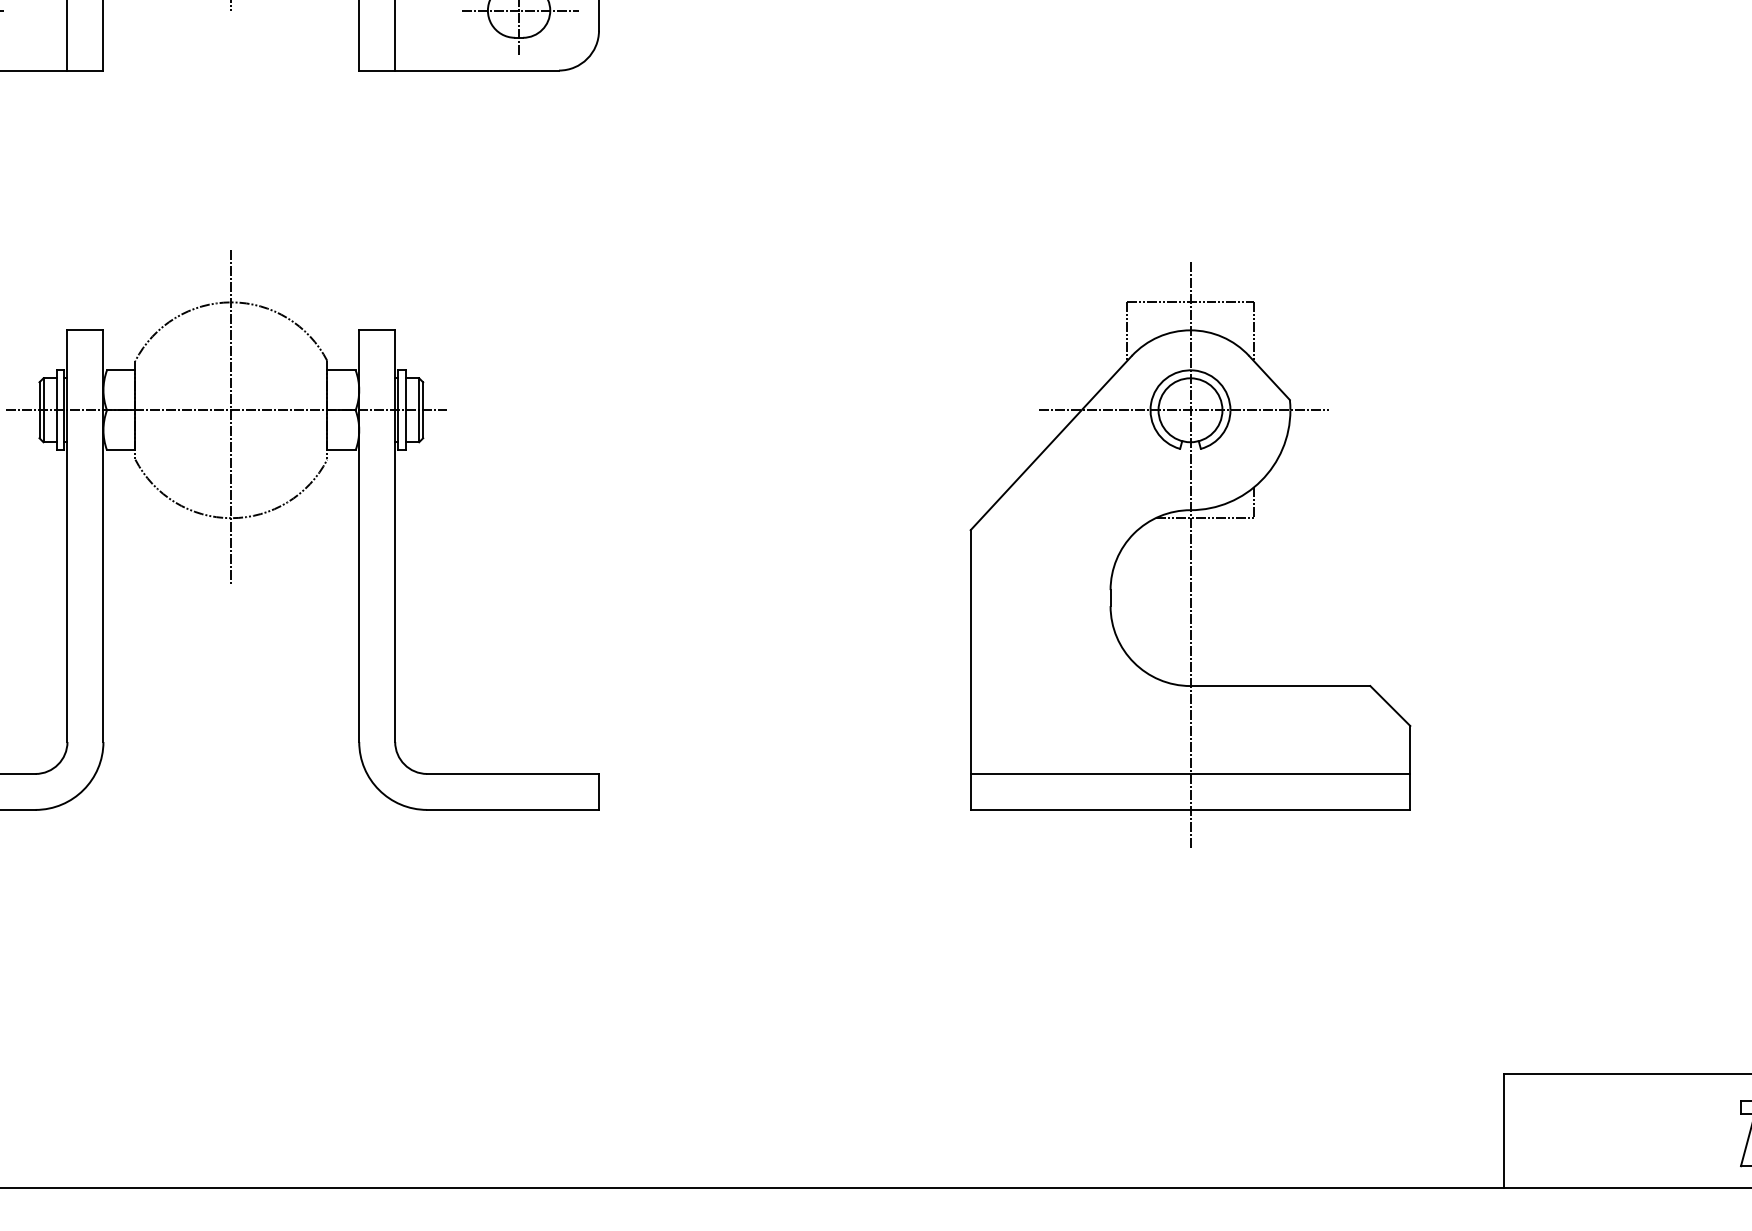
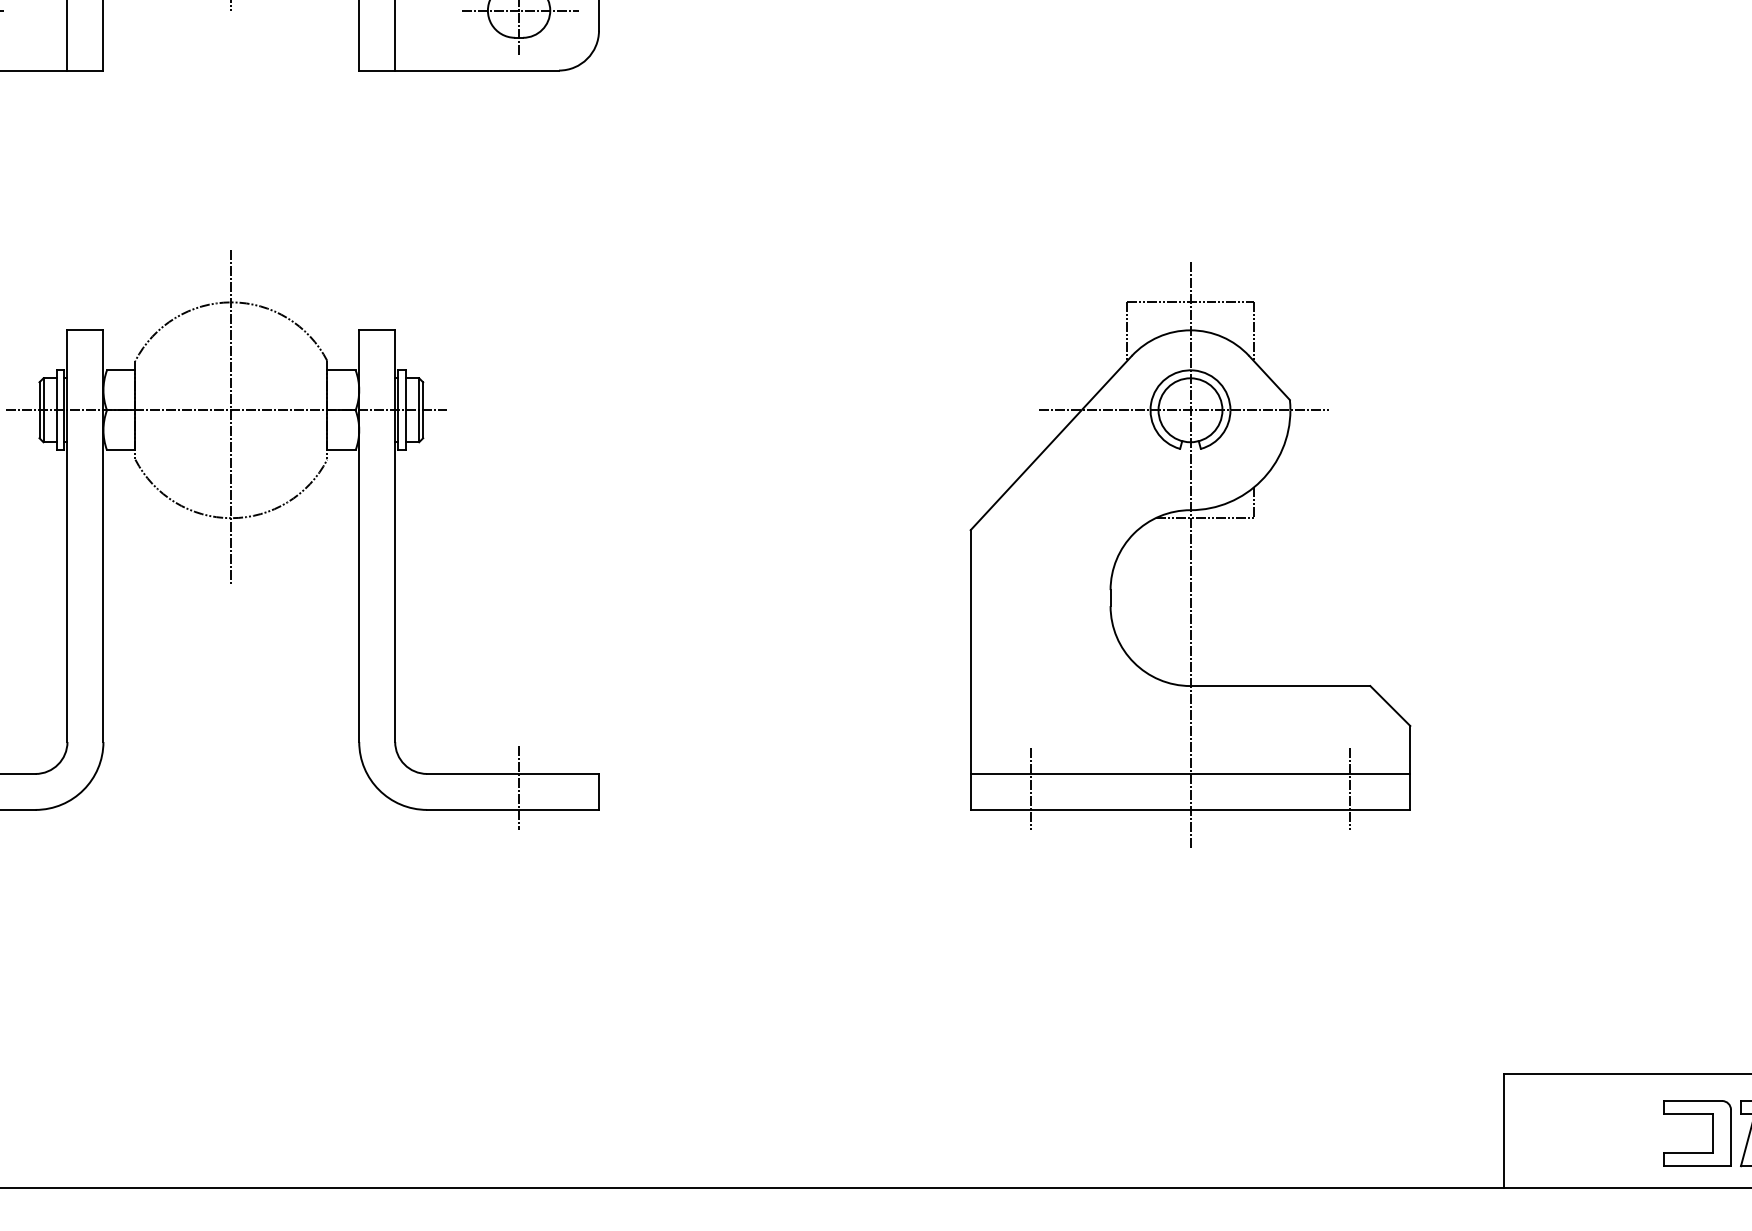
line at (519, 788): none -> present
line at (1030, 788): none -> present
line at (1350, 788): none -> present
part at (1712, 1133): none -> present
